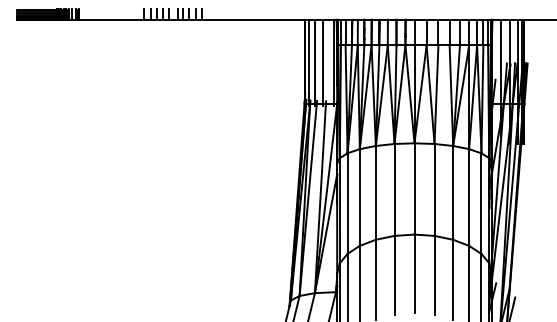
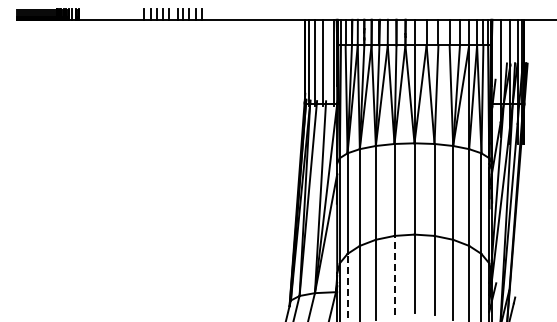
line at (394, 274): solid -> dashed
line at (347, 287): solid -> dashed
